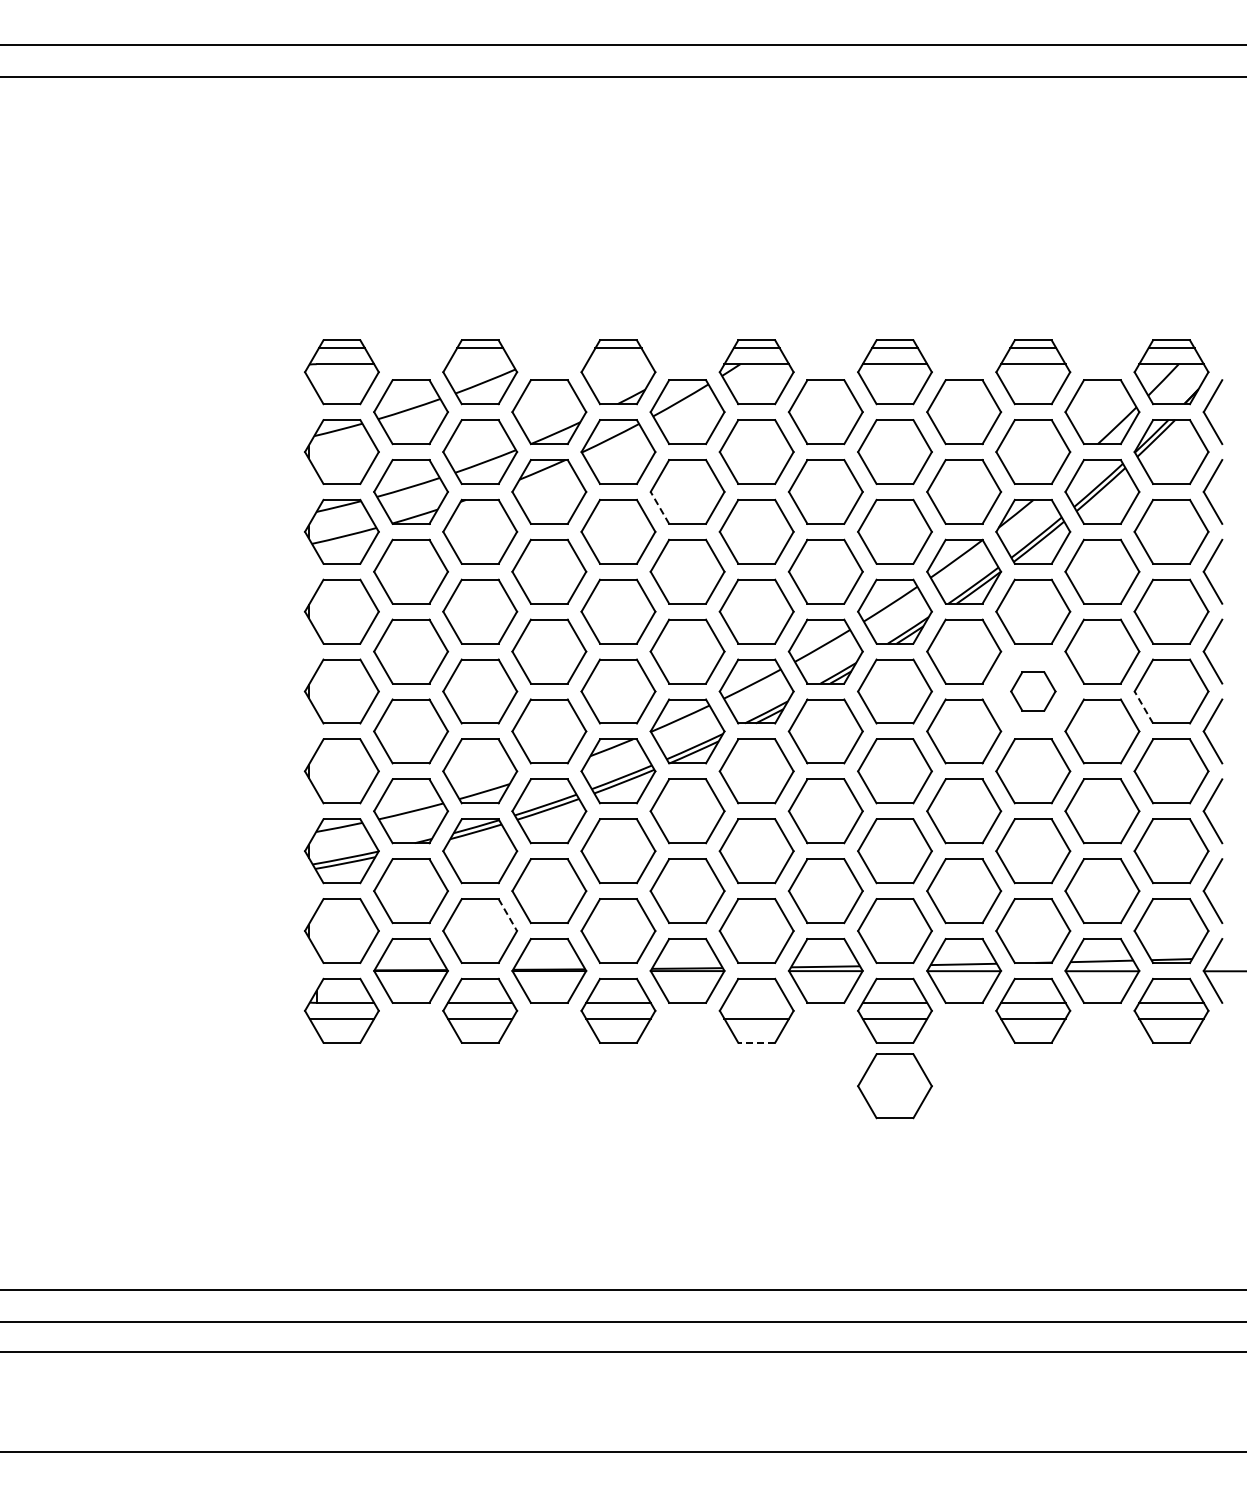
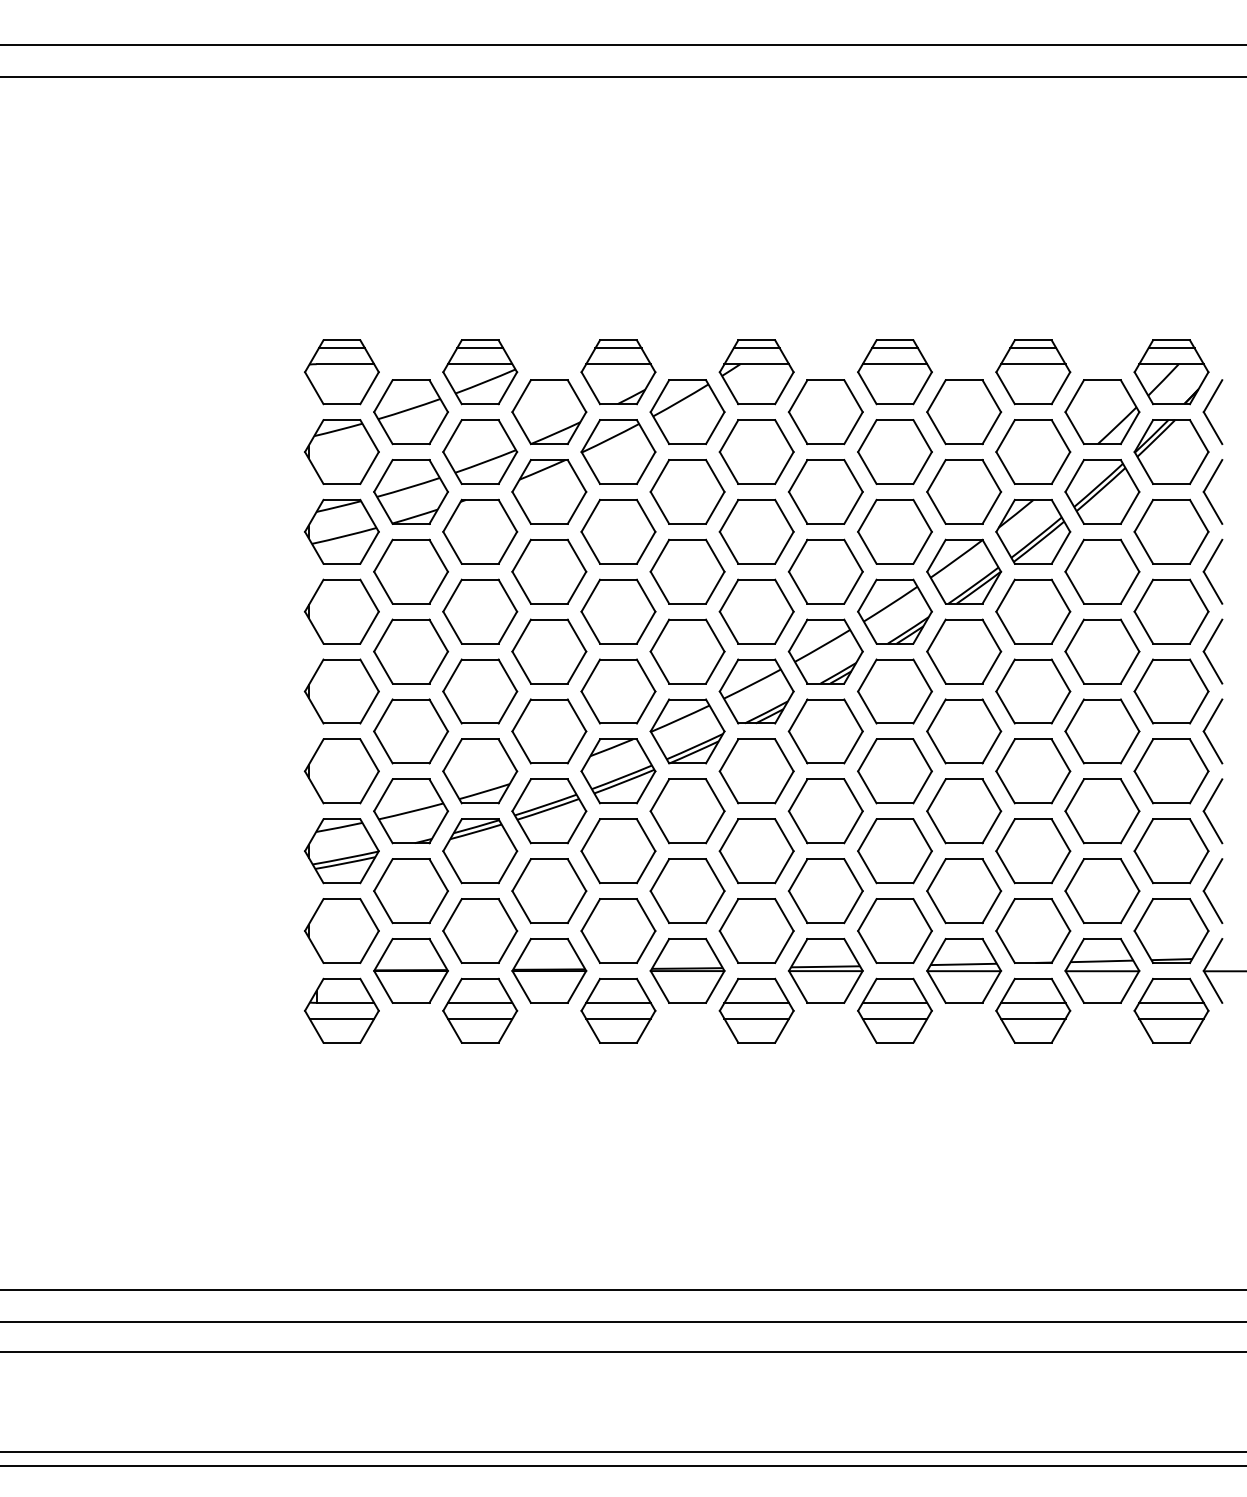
line at (479, 364): none -> present
line at (618, 364): none -> present
line at (659, 507): dashed -> solid
part at (1033, 691) size: 47x41 px -> 77x67 px
line at (1143, 707): dashed -> solid
line at (508, 915): dashed -> solid
line at (756, 1002): none -> present
line at (756, 1042): dashed -> solid
part at (894, 1086): present -> none
line at (622, 1465): none -> present
